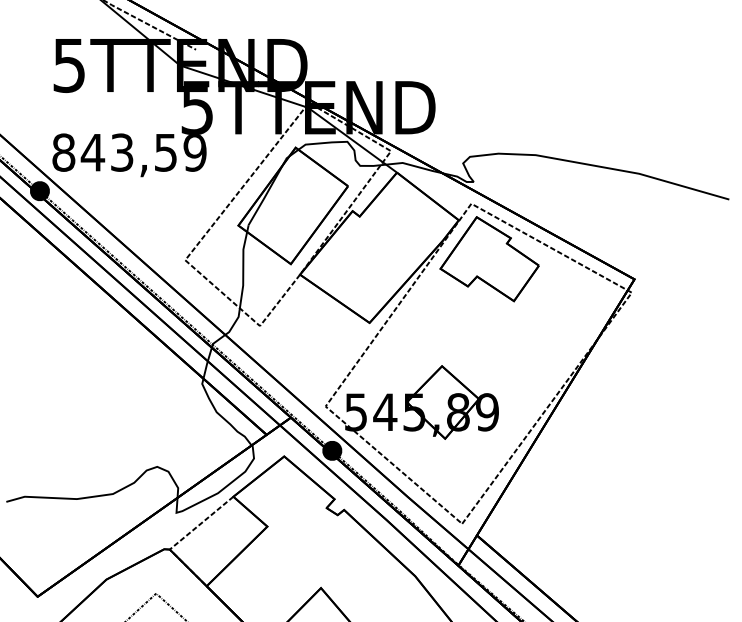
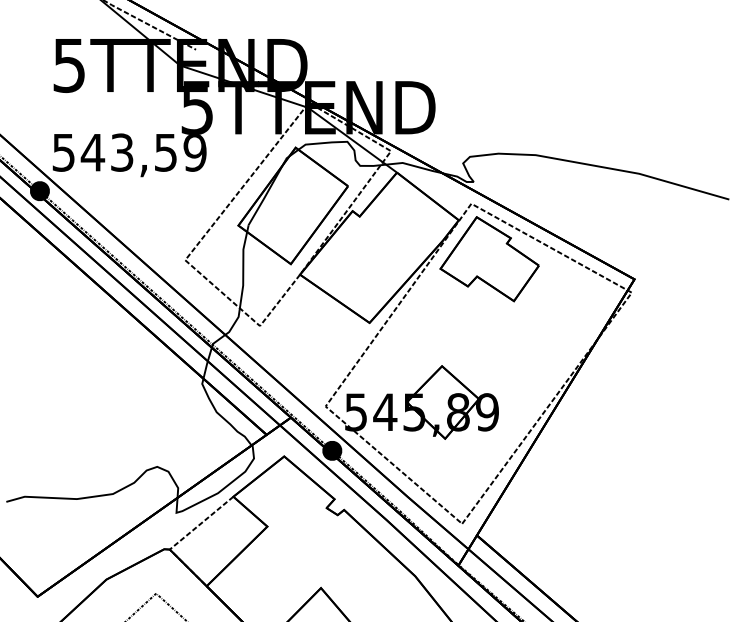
text at (63, 152): 843,59 -> 543,59
